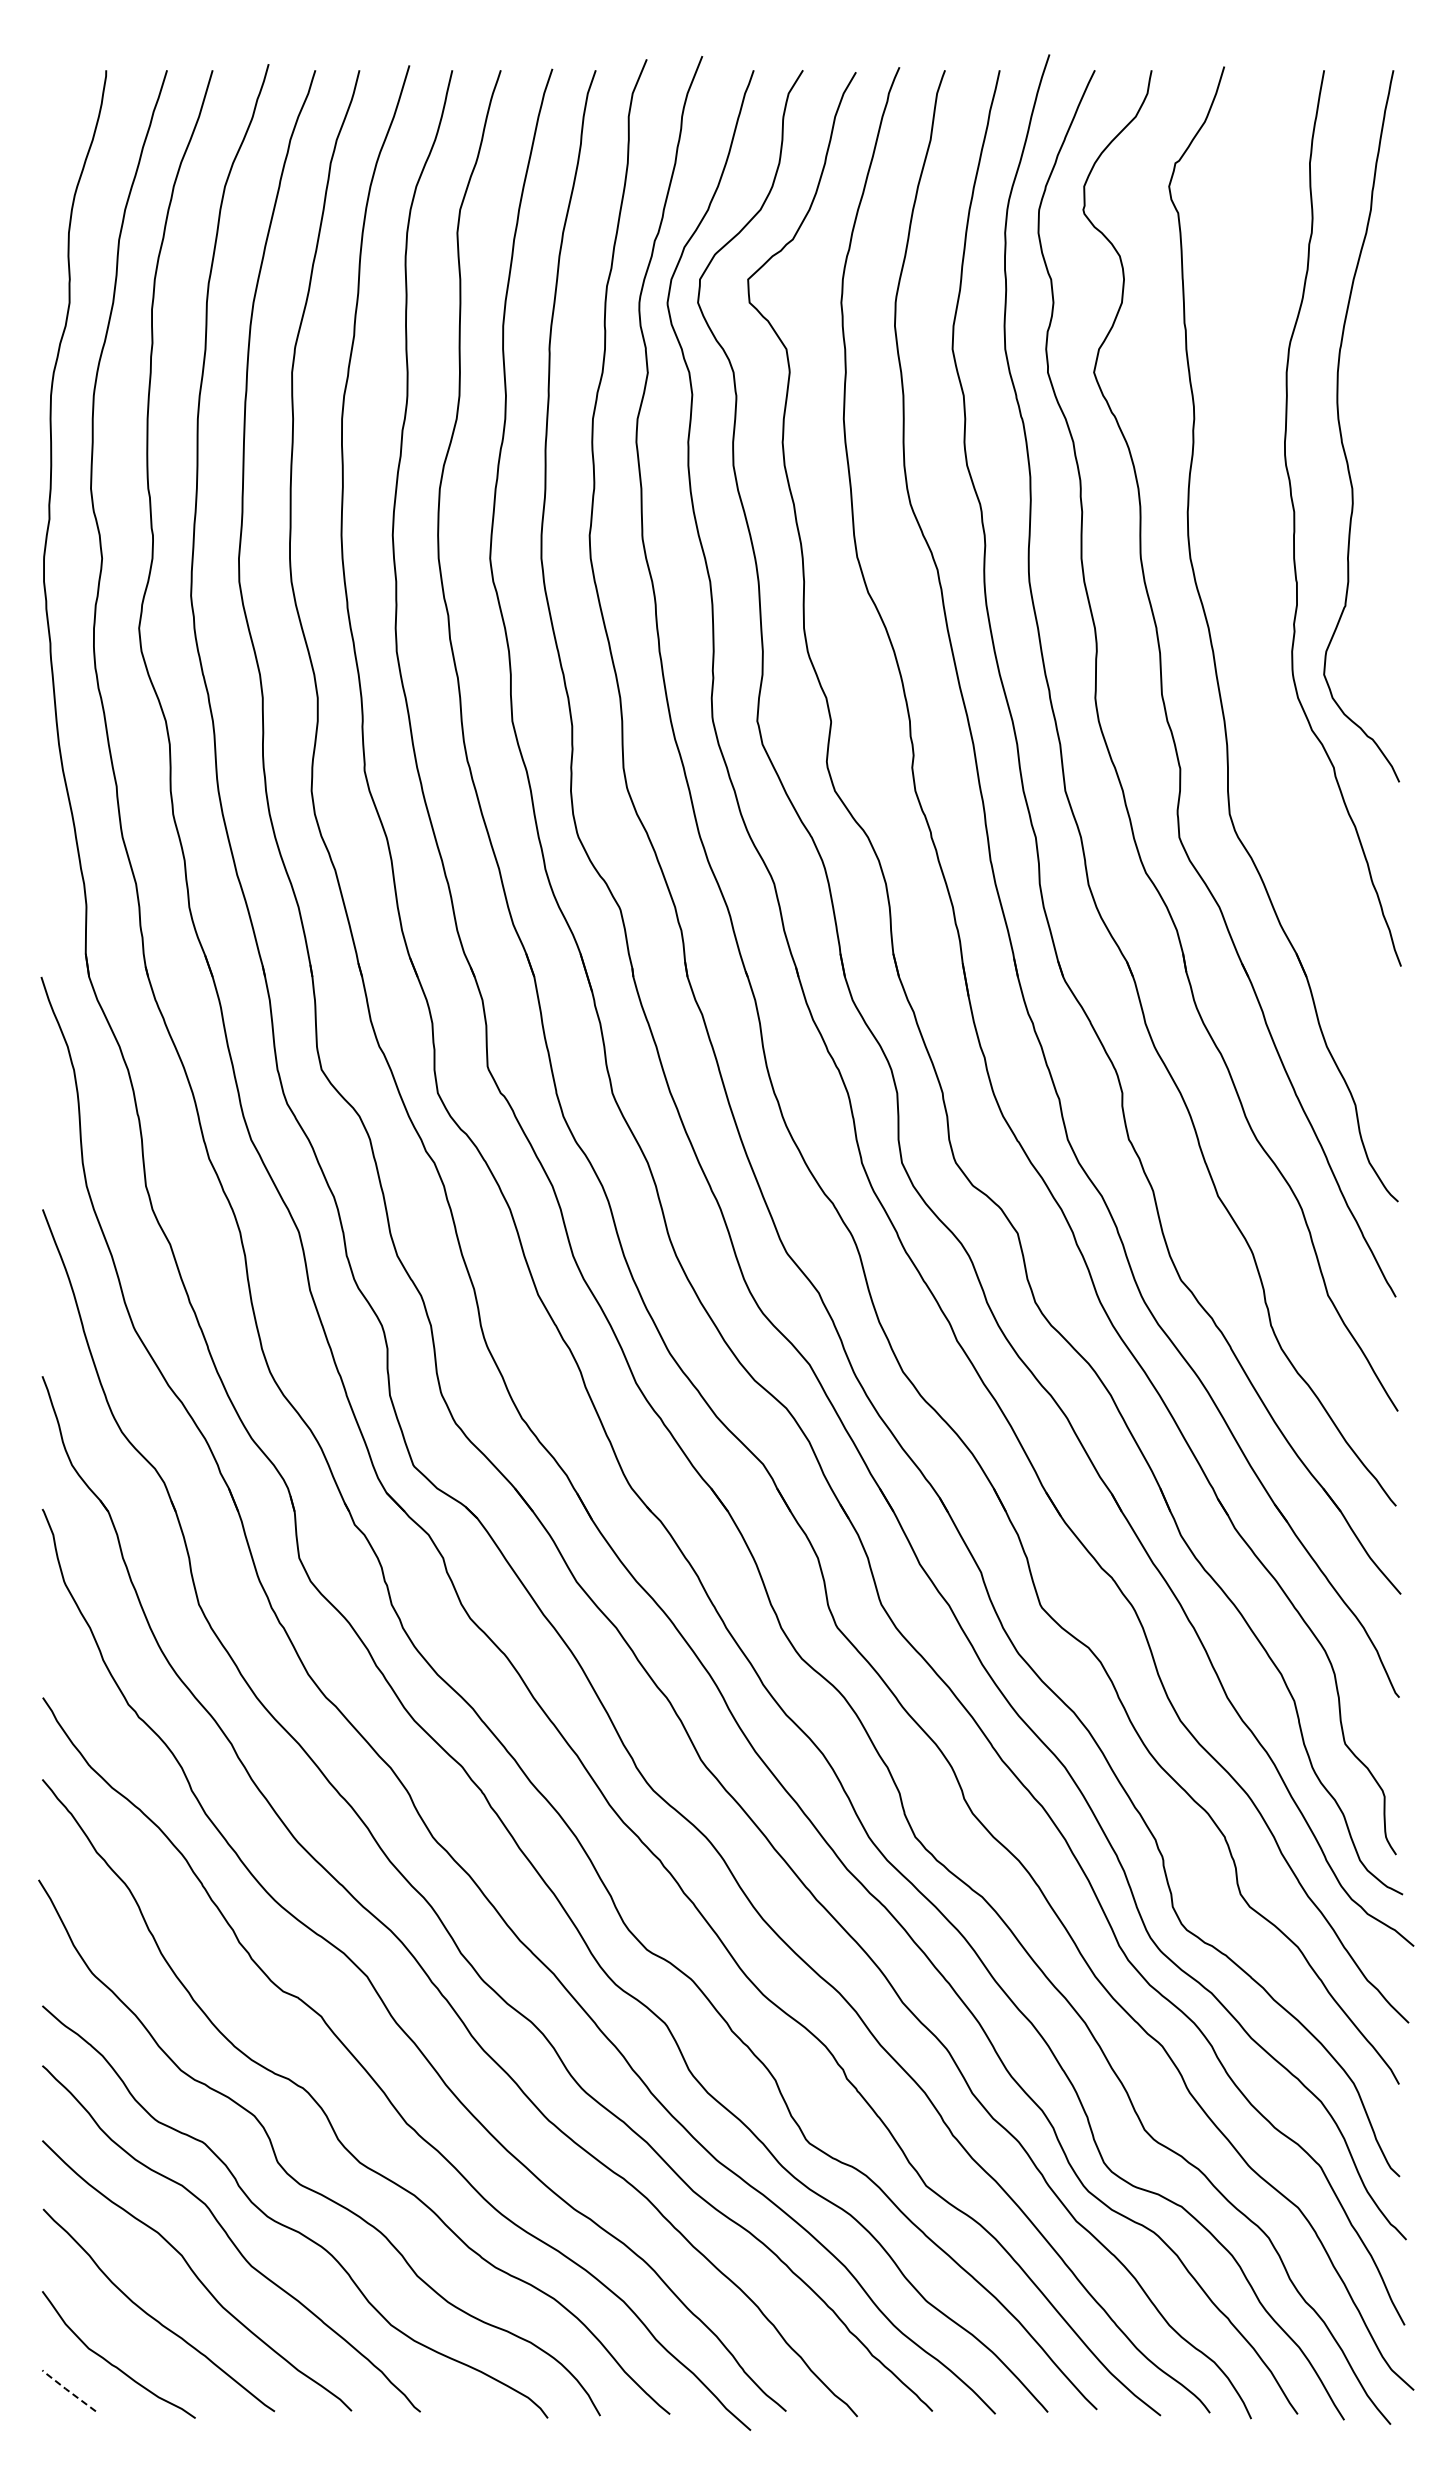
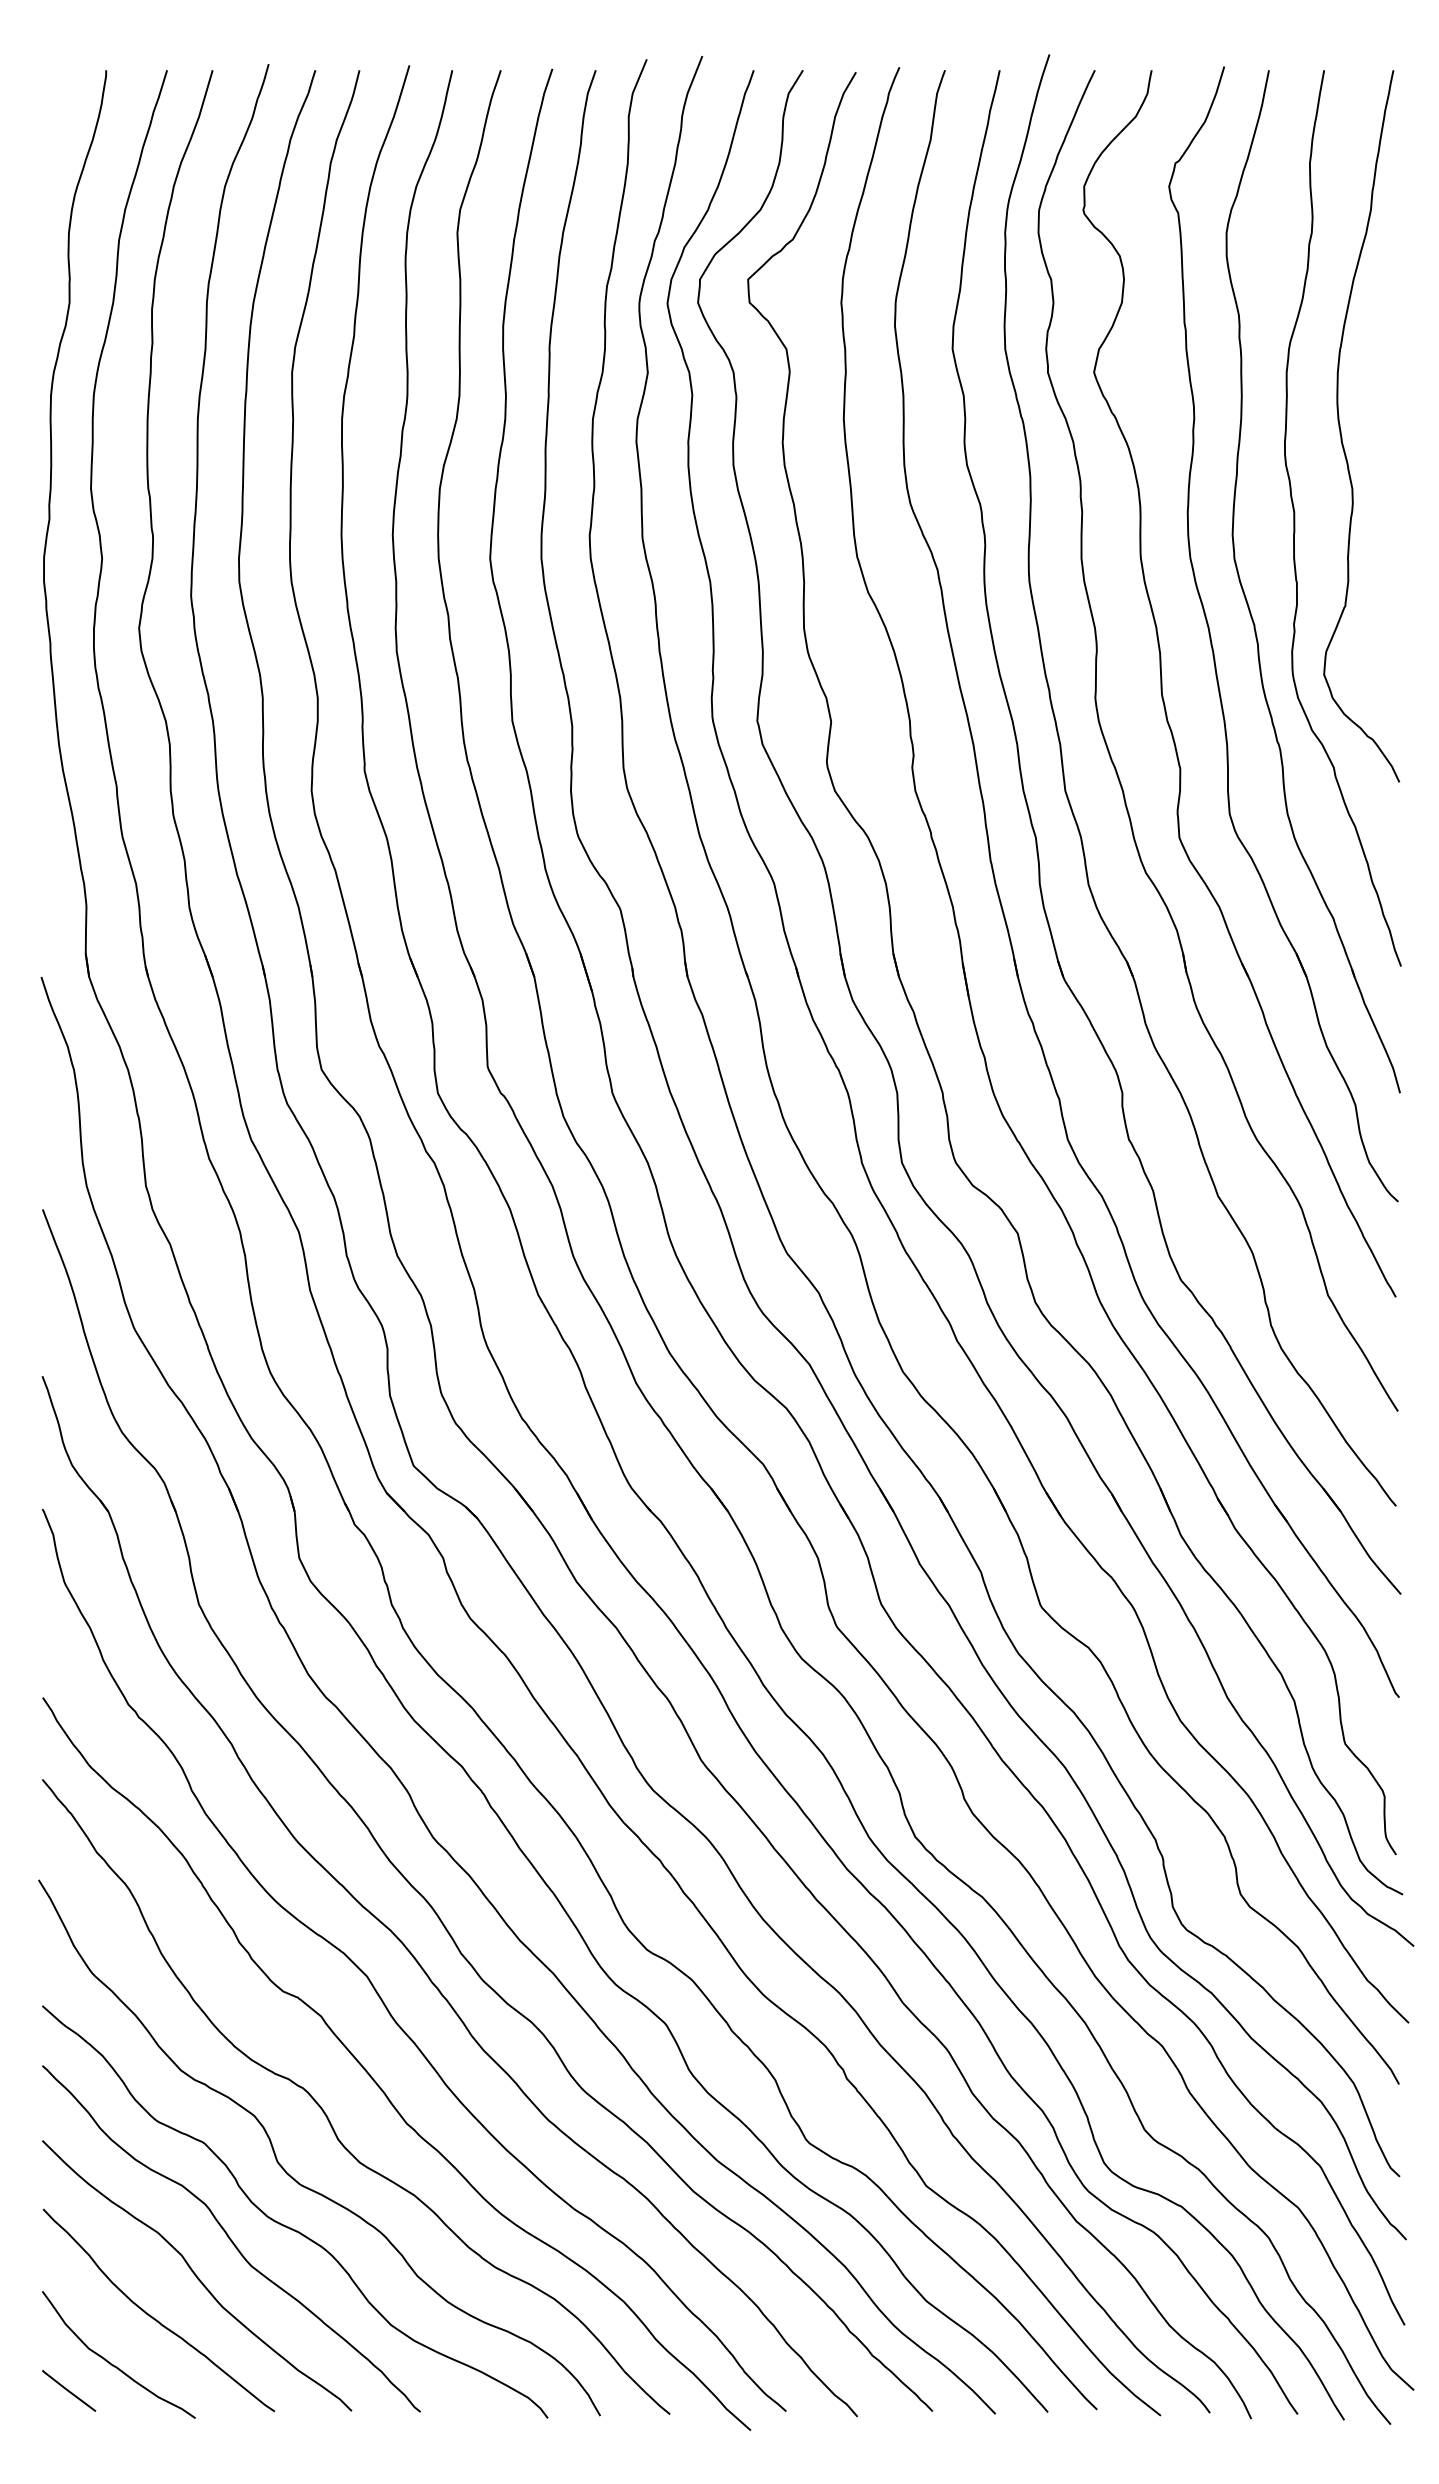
part at (1248, 603): none -> present
line at (67, 2390): dashed -> solid
